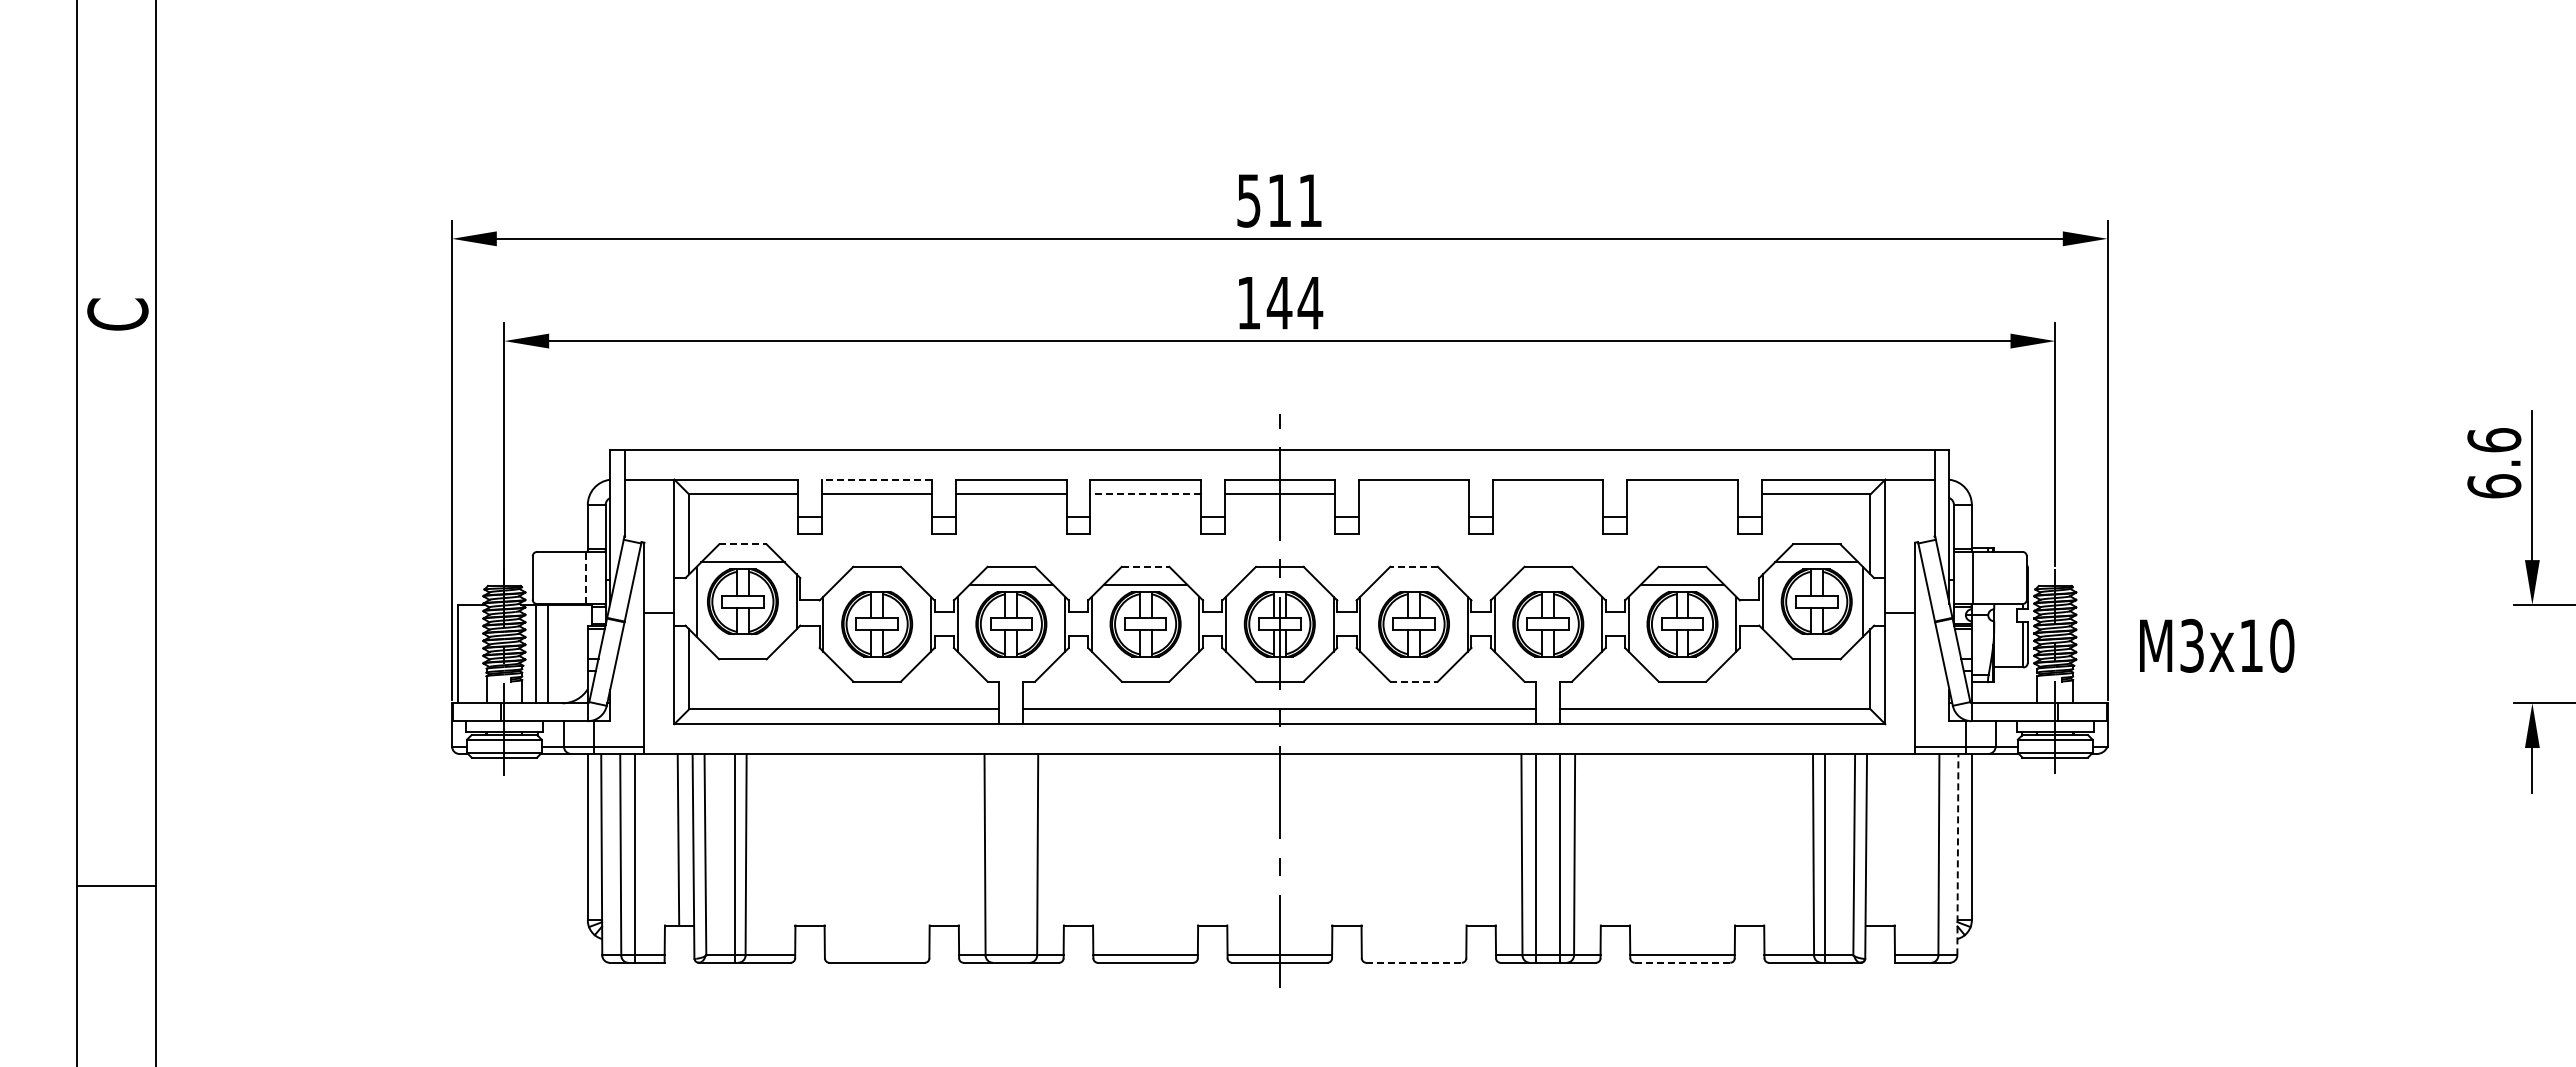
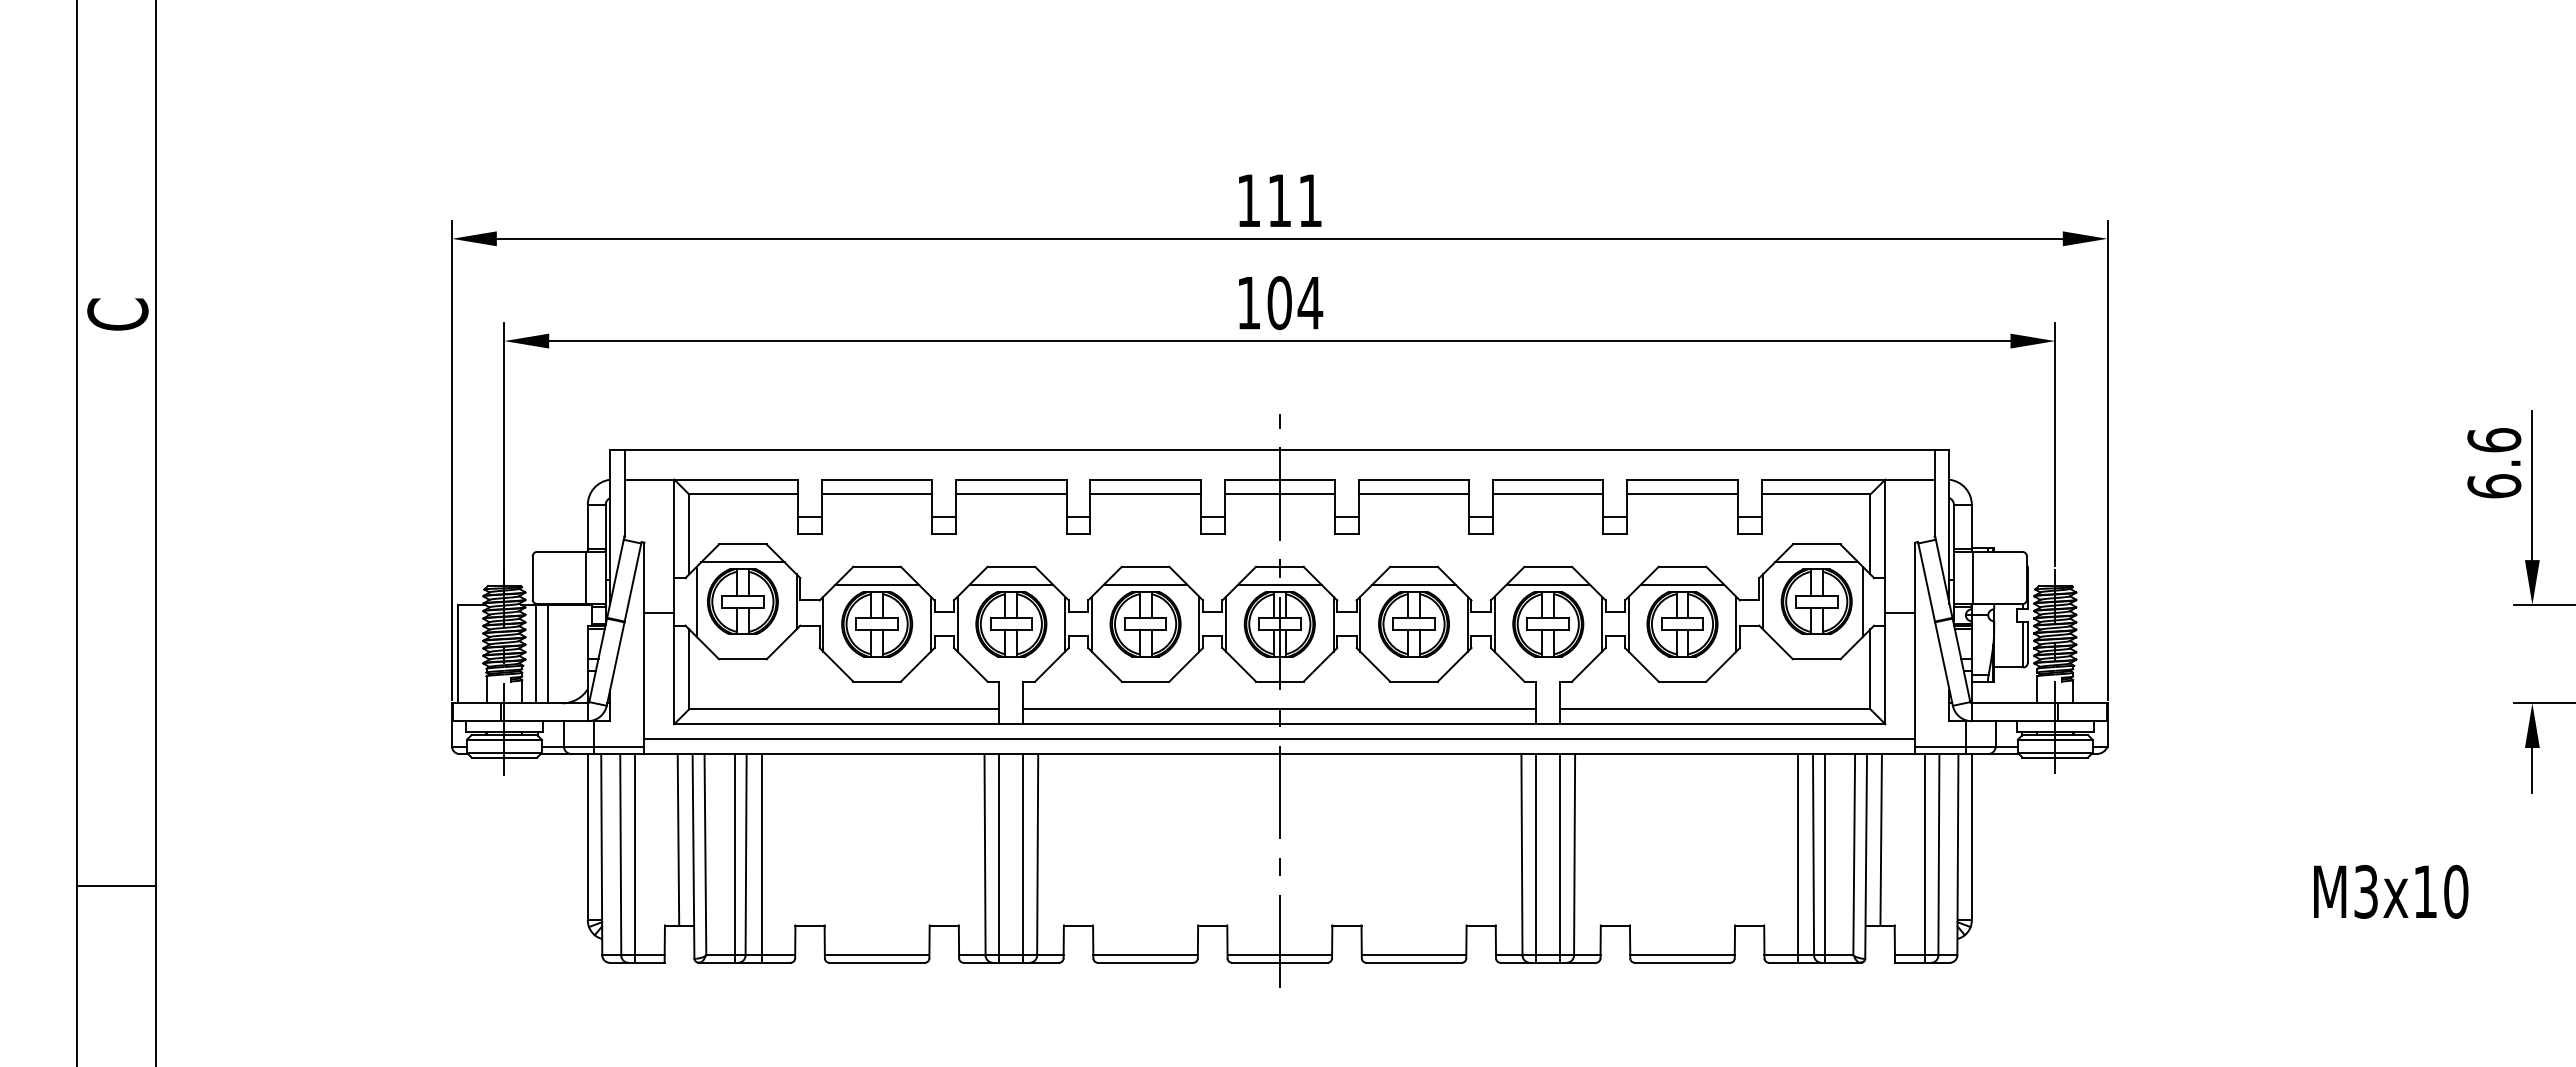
text at (1248, 200): 511 -> 111
text at (1279, 303): 144 -> 104
line at (876, 479): dashed -> solid
line at (1145, 494): dashed -> solid
line at (1413, 494): none -> present
line at (1548, 494): none -> present
line at (1682, 494): none -> present
line at (742, 544): dashed -> solid
line at (1145, 566): dashed -> solid
line at (1414, 566): dashed -> solid
line at (586, 577): dashed -> solid
line at (876, 584): none -> present
line at (1279, 584): none -> present
line at (1413, 584): none -> present
line at (1547, 584): none -> present
text at (2217, 645) position: (2217, 645) -> (2391, 891)
line at (1414, 681): dashed -> solid
line at (1279, 739): none -> present
line at (1880, 839): none -> present
line at (1957, 854): dashed -> solid
line at (761, 858): none -> present
line at (999, 858): none -> present
line at (1023, 858): none -> present
line at (1798, 858): none -> present
line at (1925, 858): none -> present
line at (876, 955): none -> present
line at (1413, 955): none -> present
line at (1414, 962): dashed -> solid
line at (1682, 962): dashed -> solid
